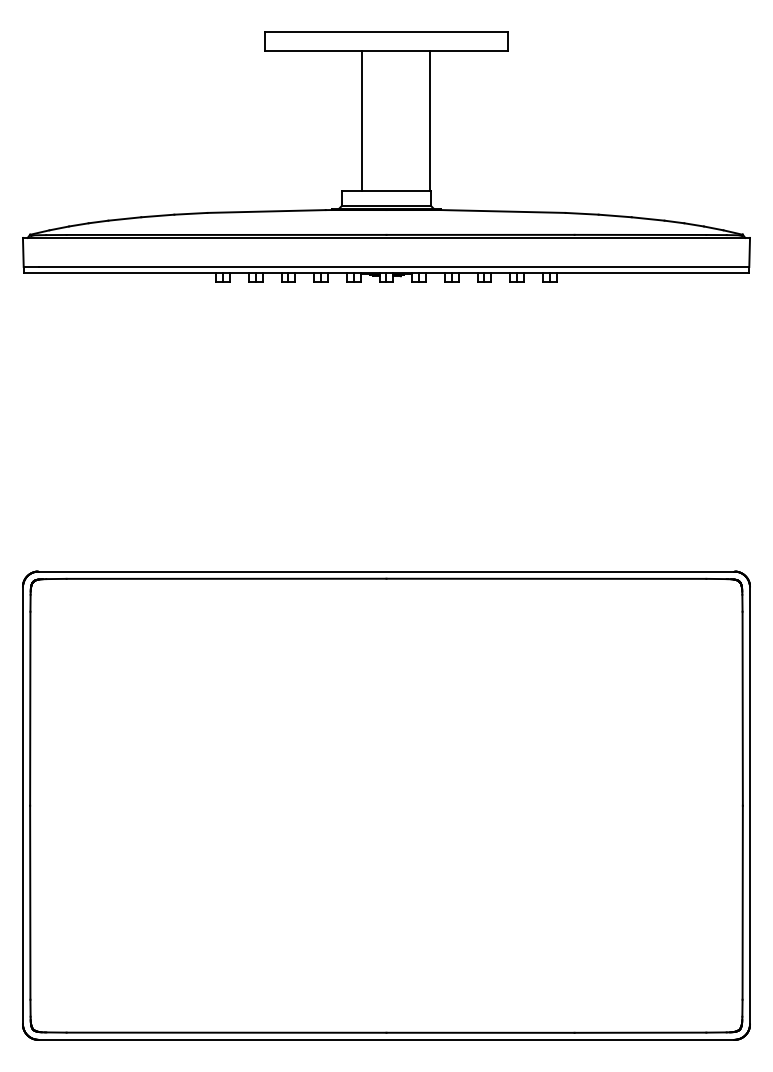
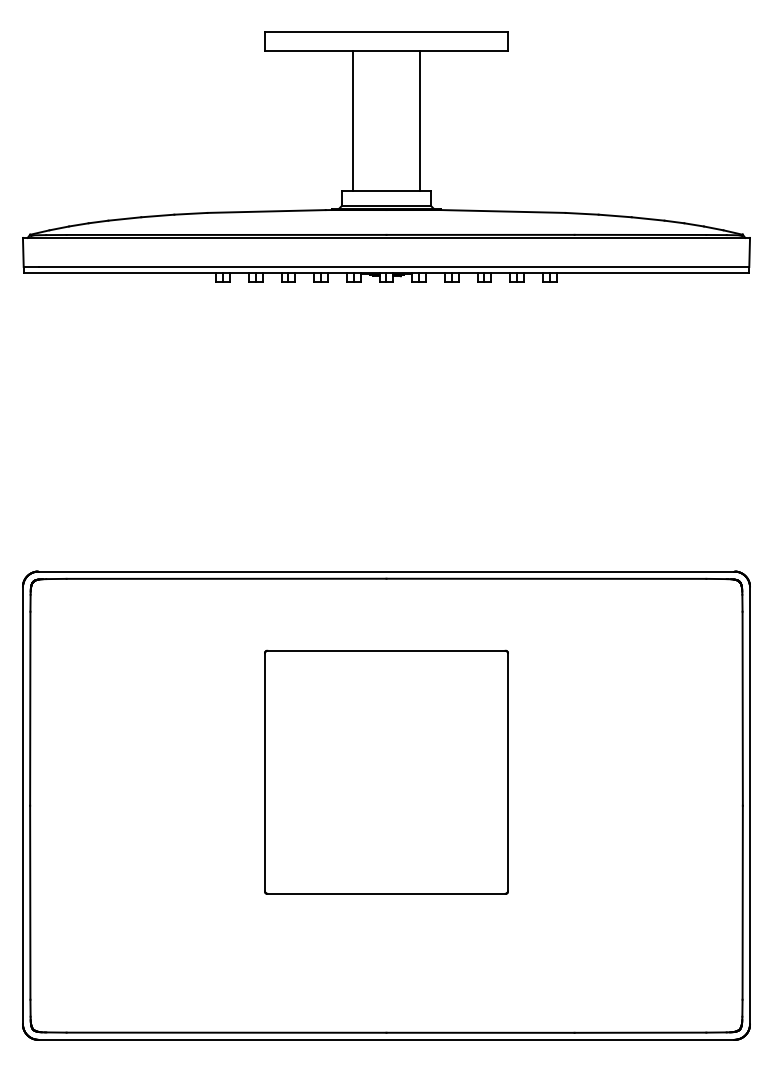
line at (362, 120) position: (362, 120) -> (353, 120)
line at (429, 120) position: (429, 120) -> (419, 120)
part at (386, 771): none -> present
